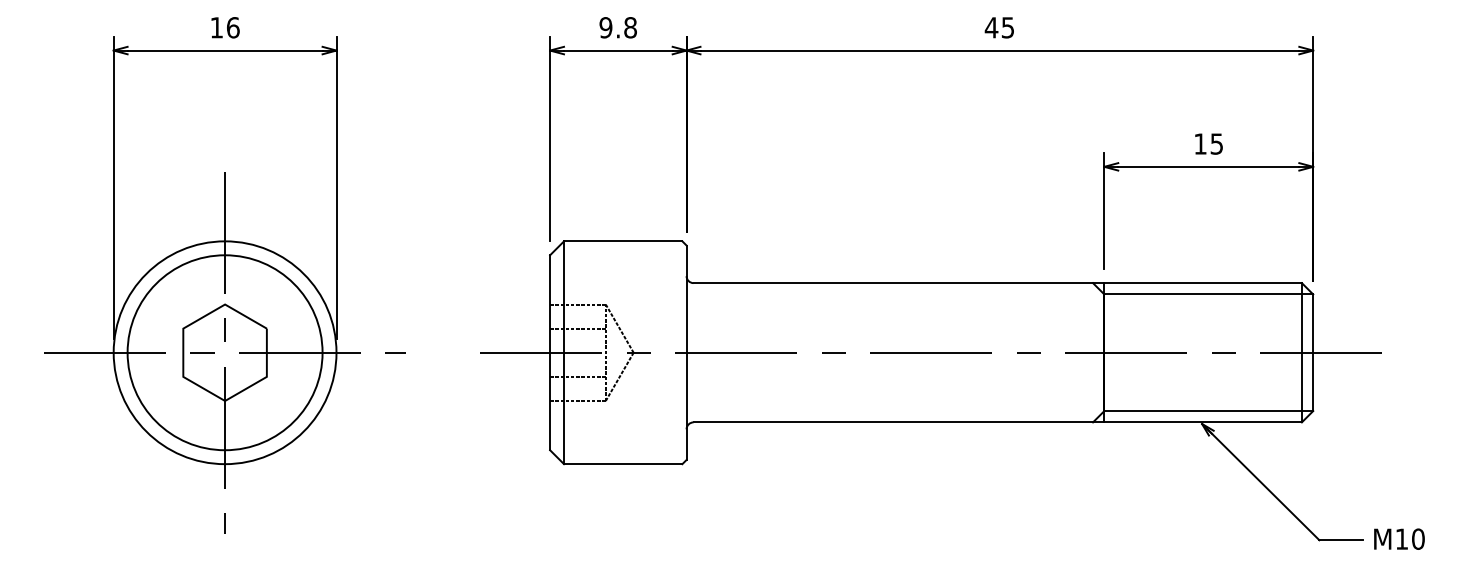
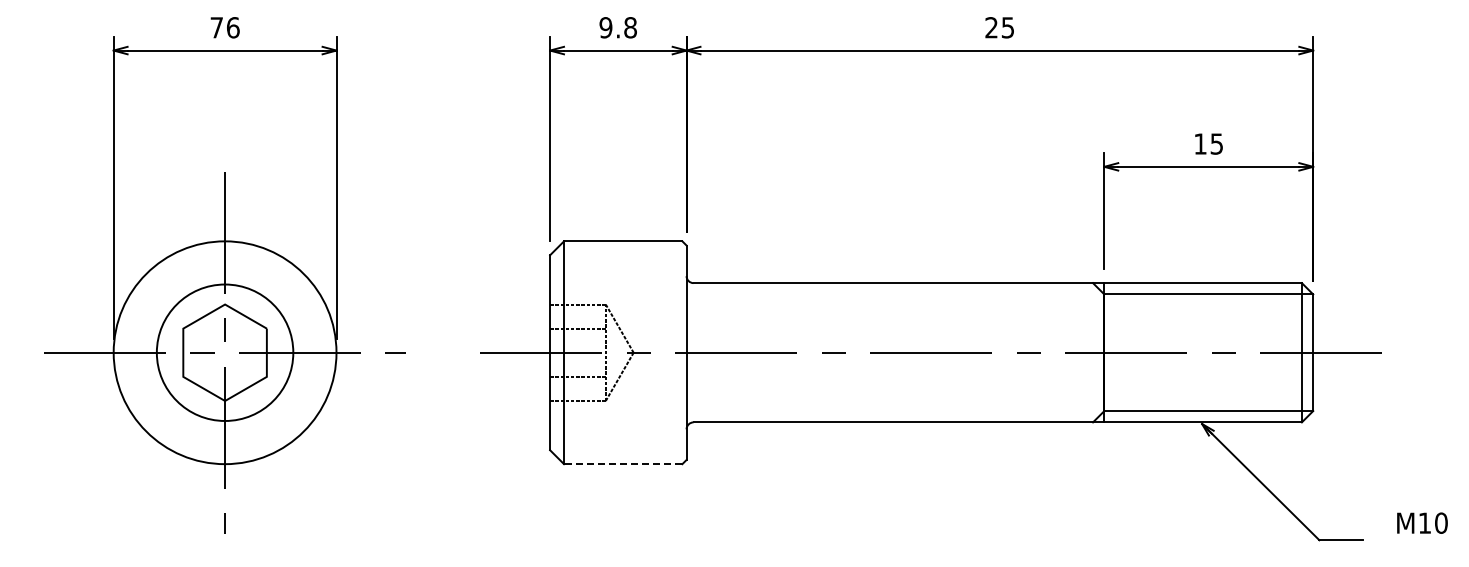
text at (216, 27): 16 -> 76
text at (991, 27): 45 -> 25
circle at (224, 352) diameter: 195 px -> 136 px
line at (622, 464): solid -> dashed
text at (1399, 538) position: (1399, 538) -> (1422, 522)
